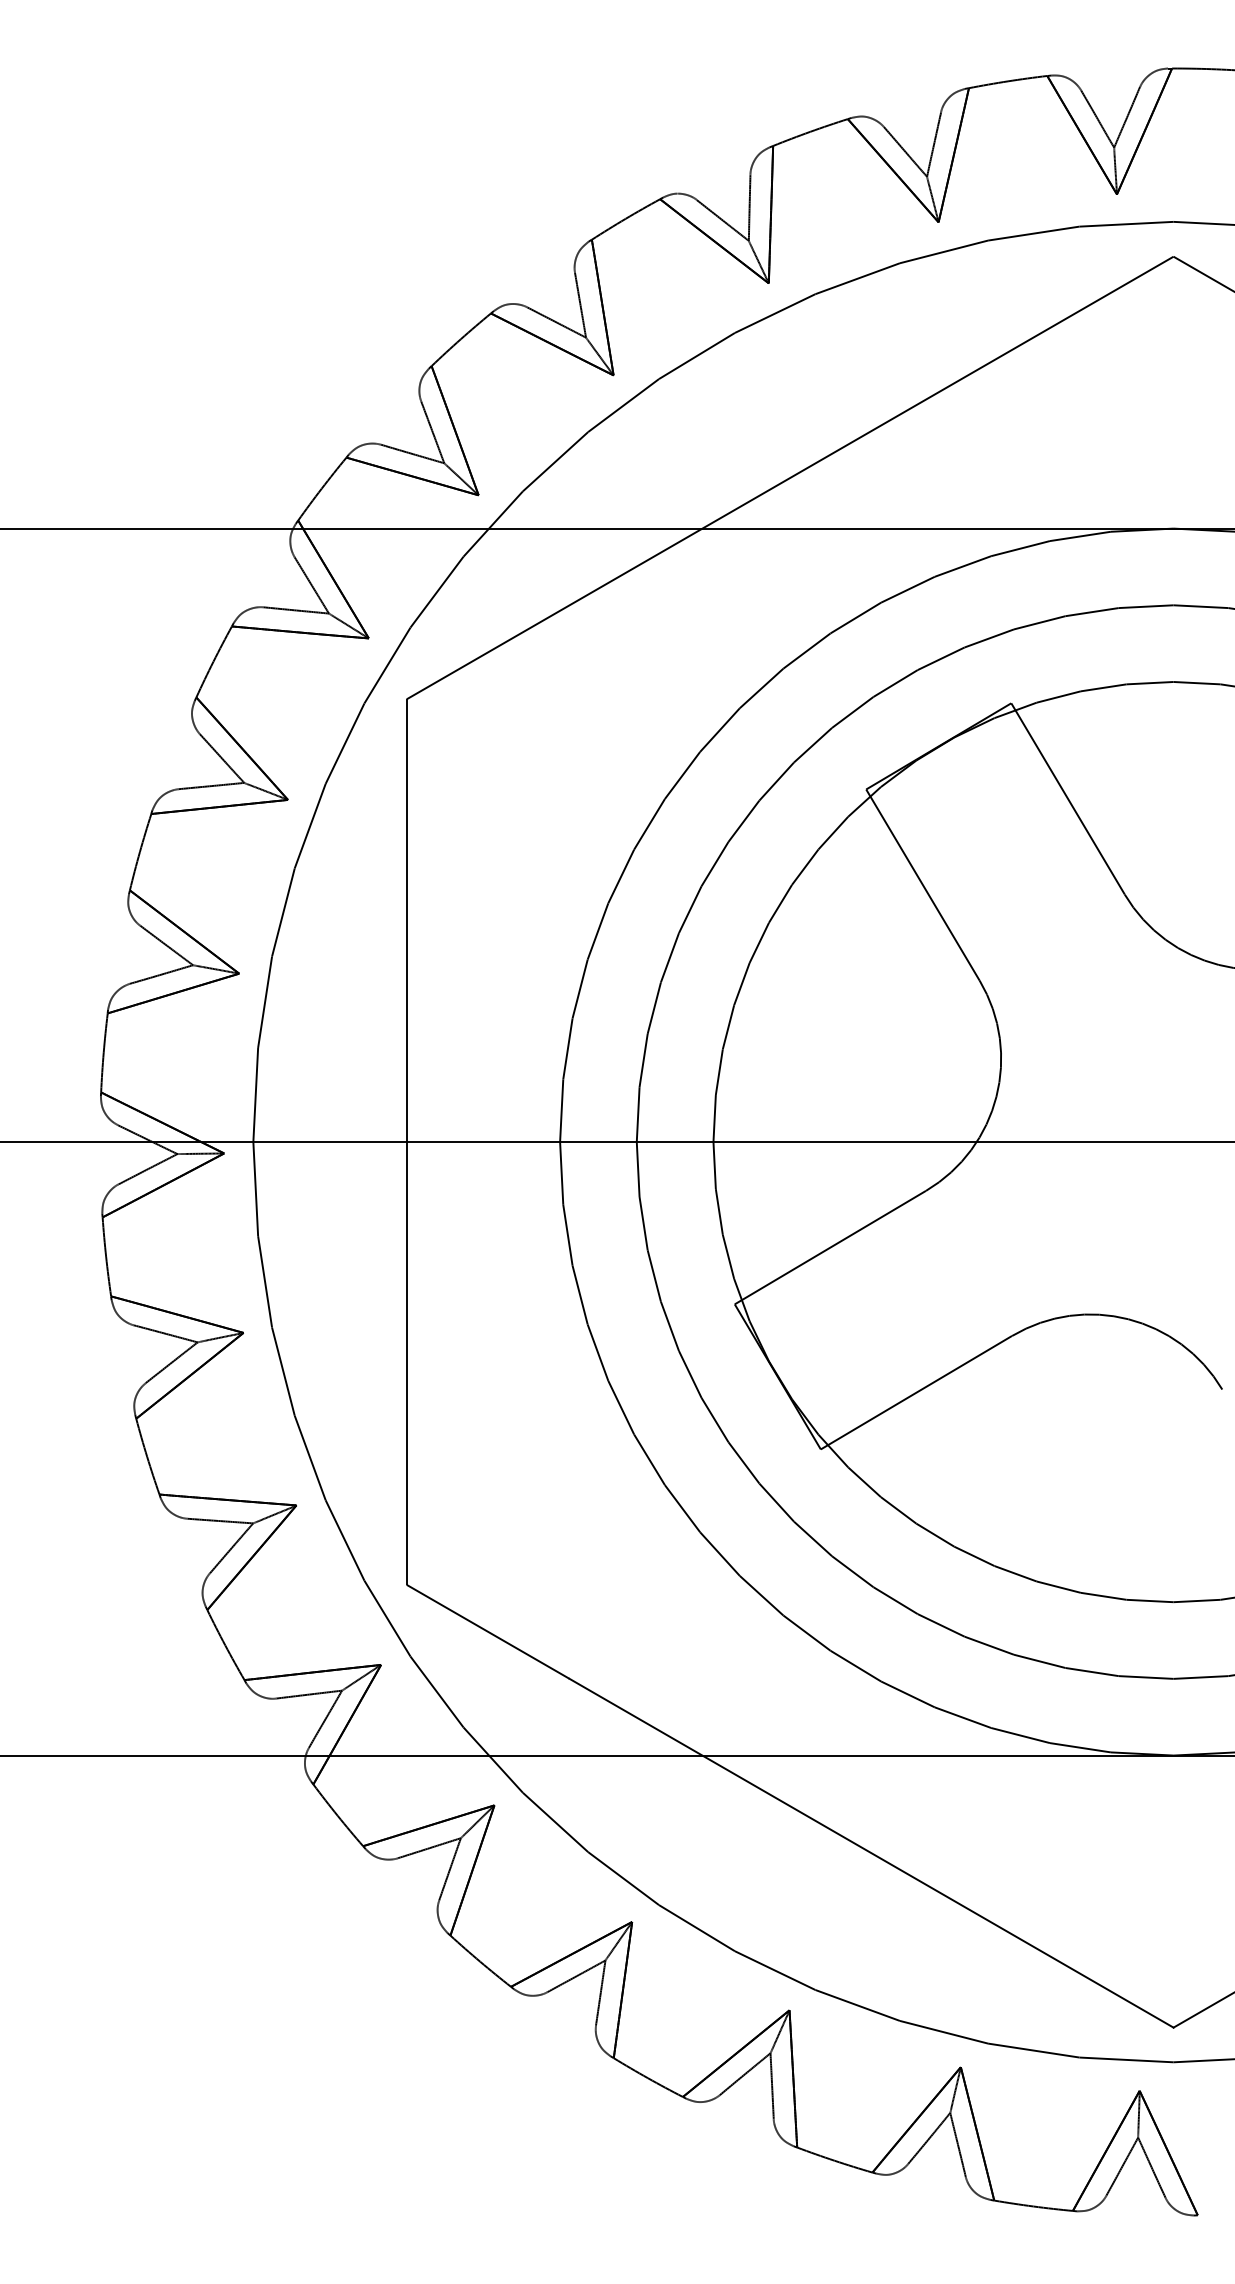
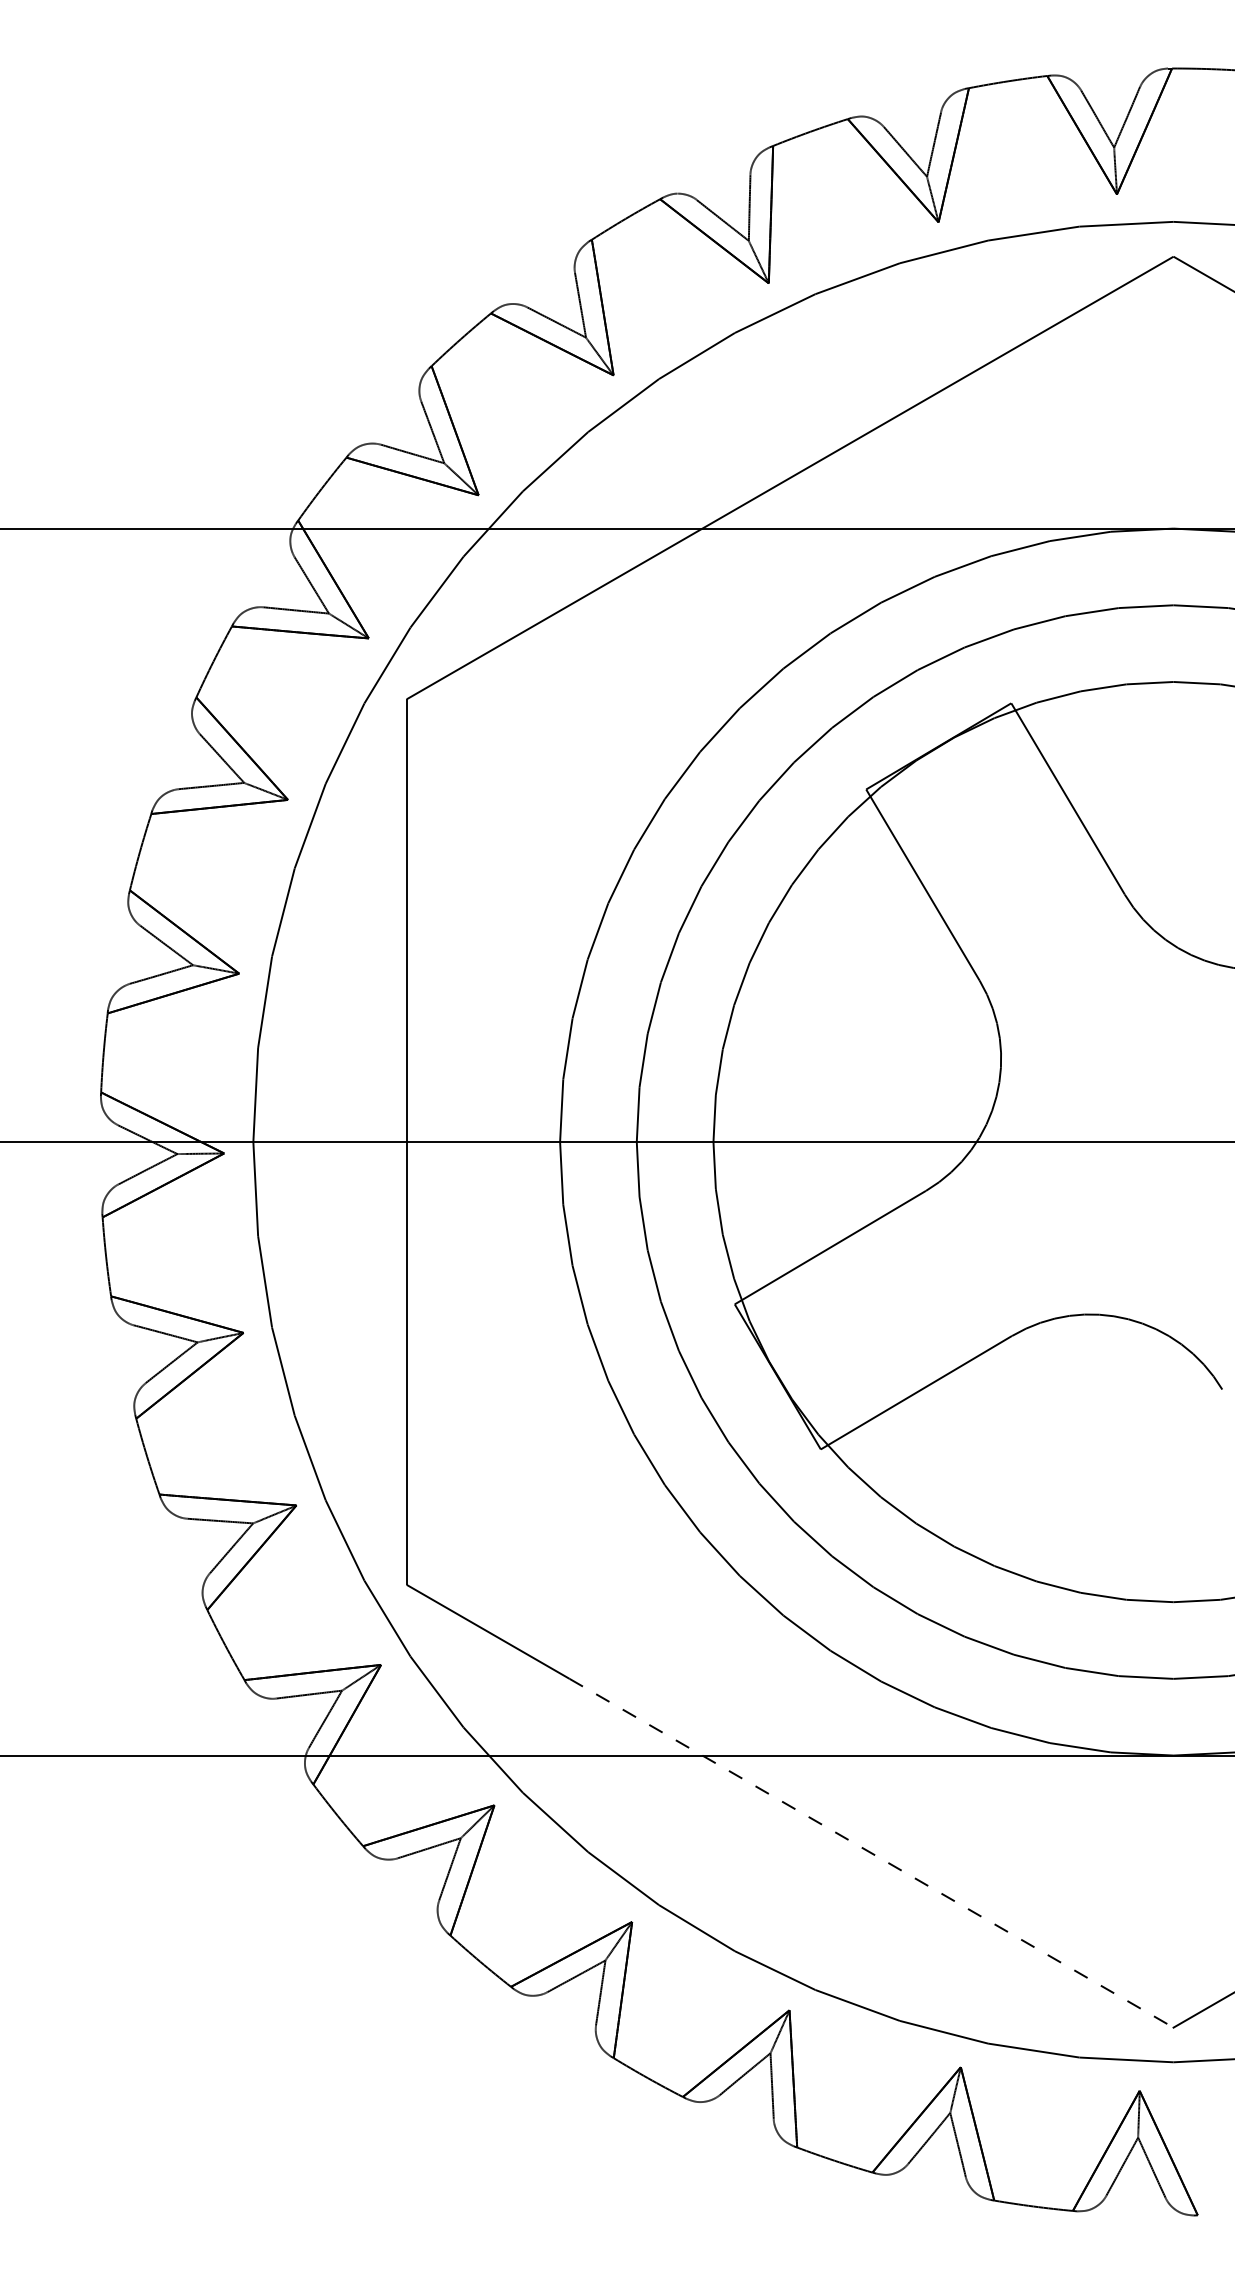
line at (871, 1853): solid -> dashed
